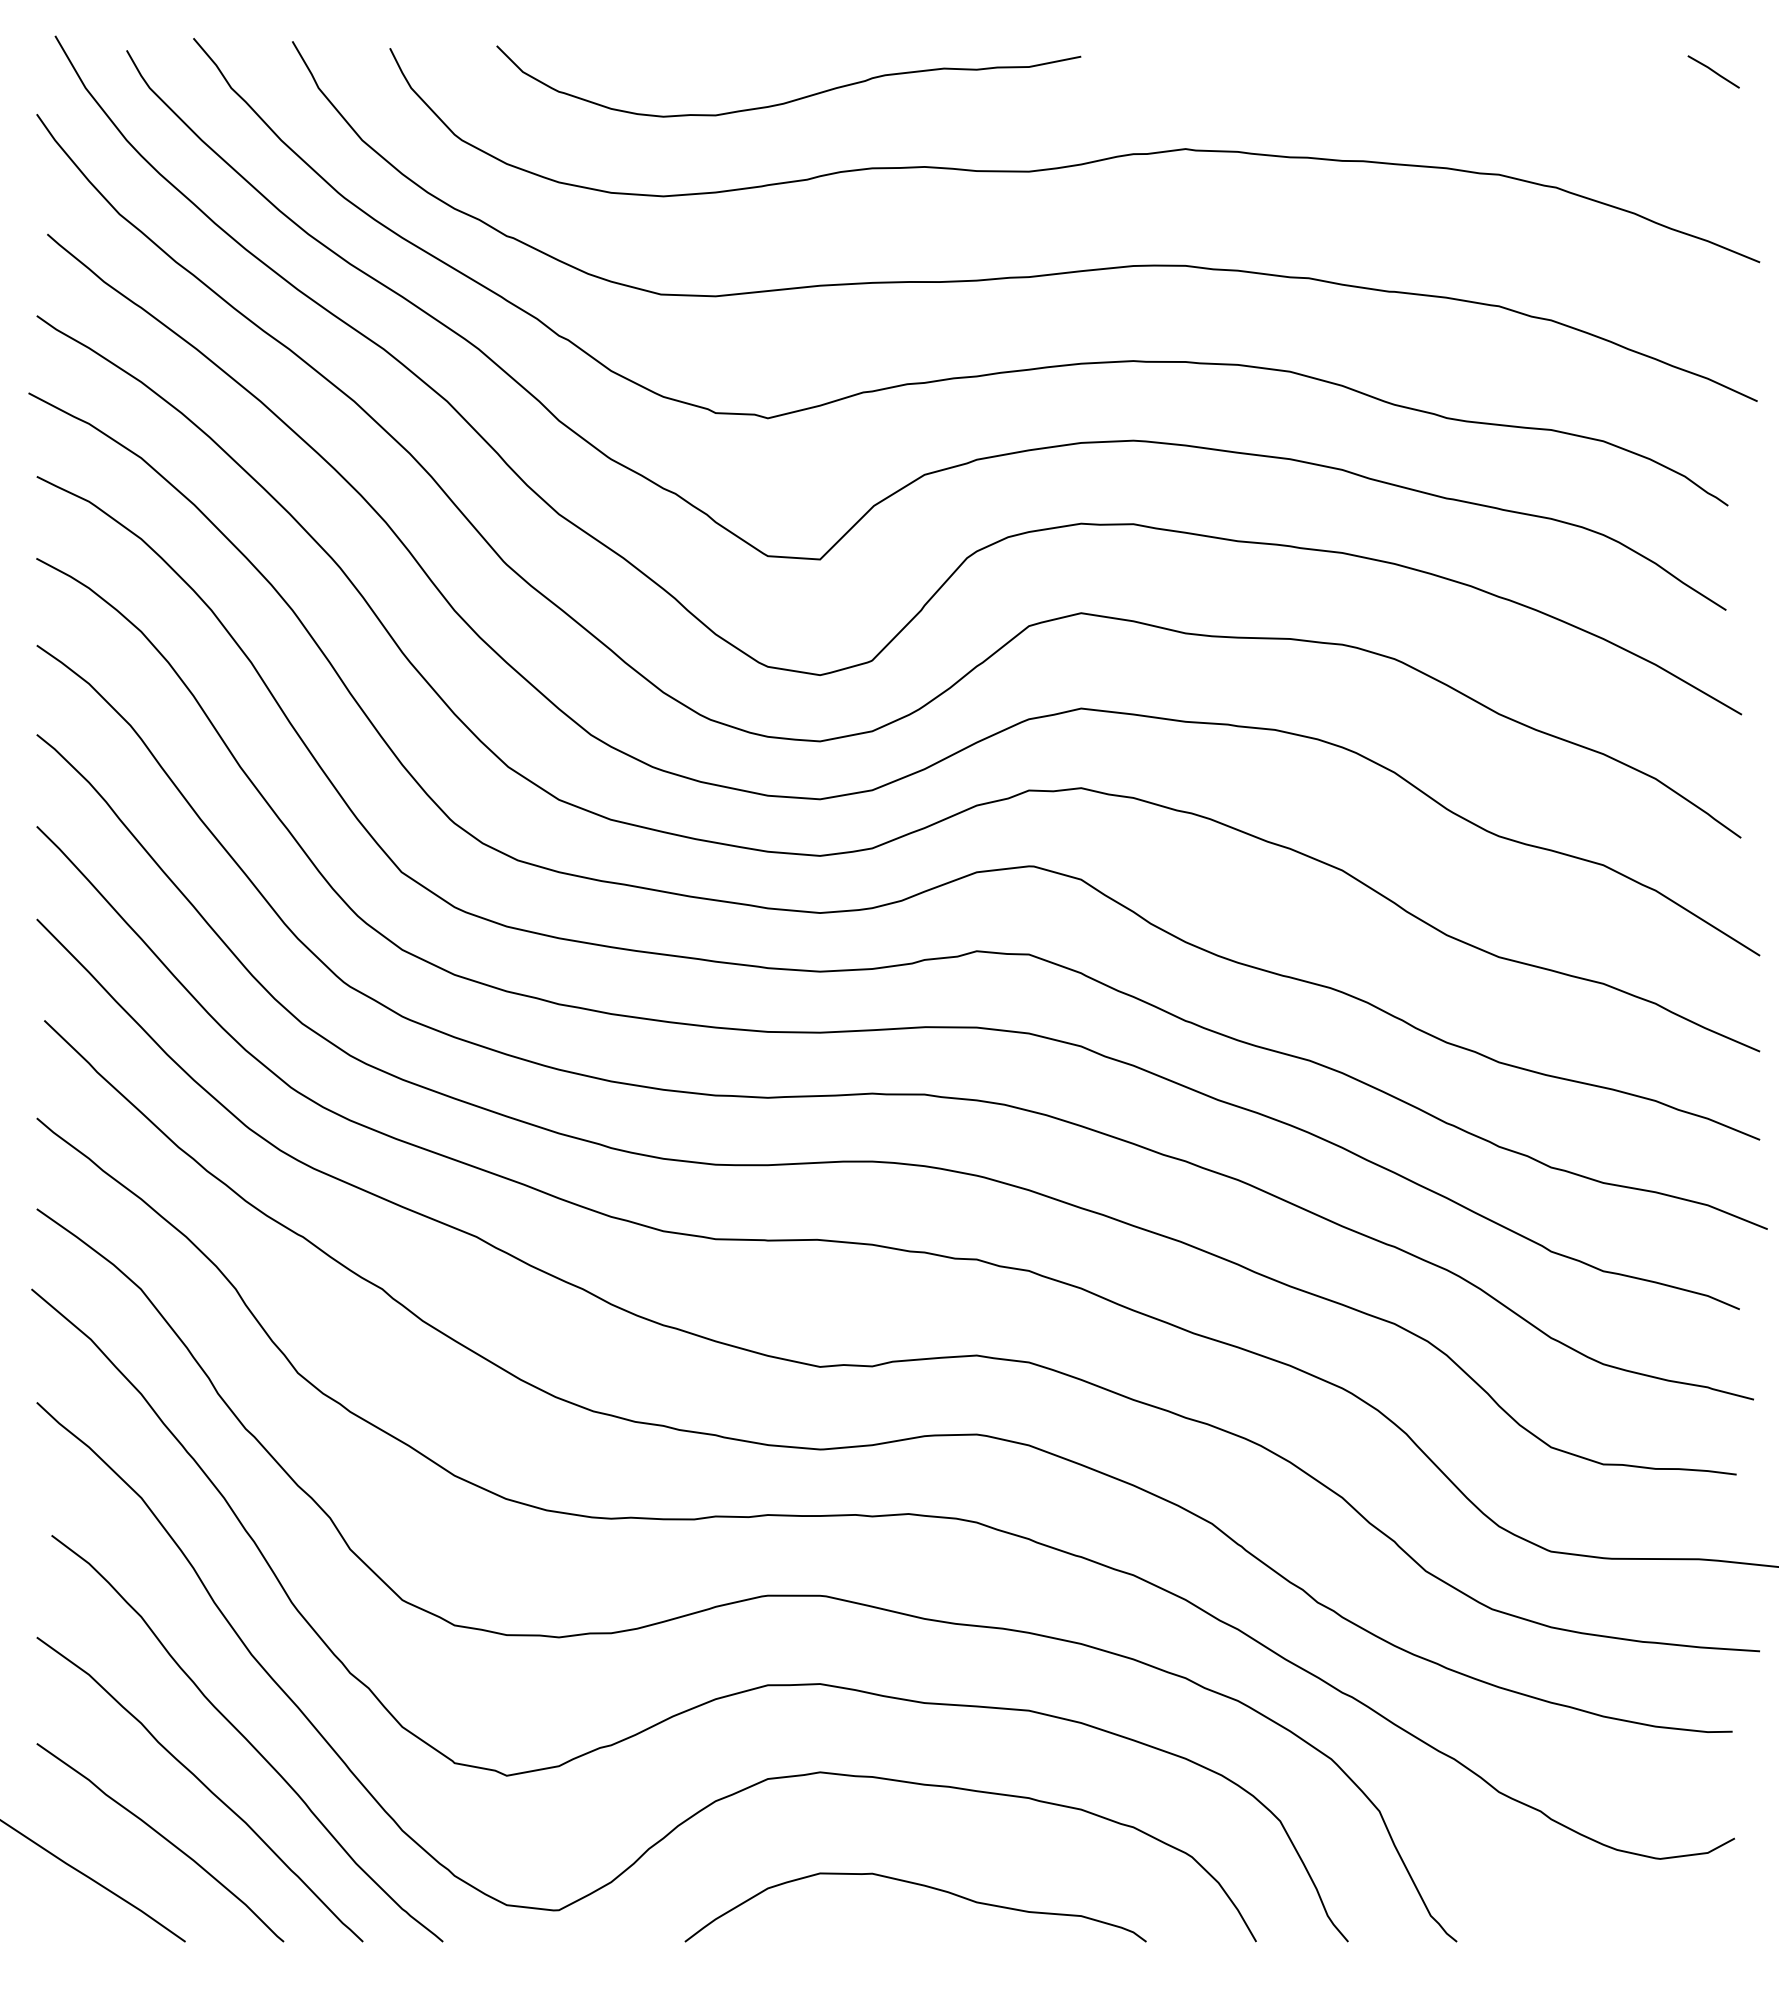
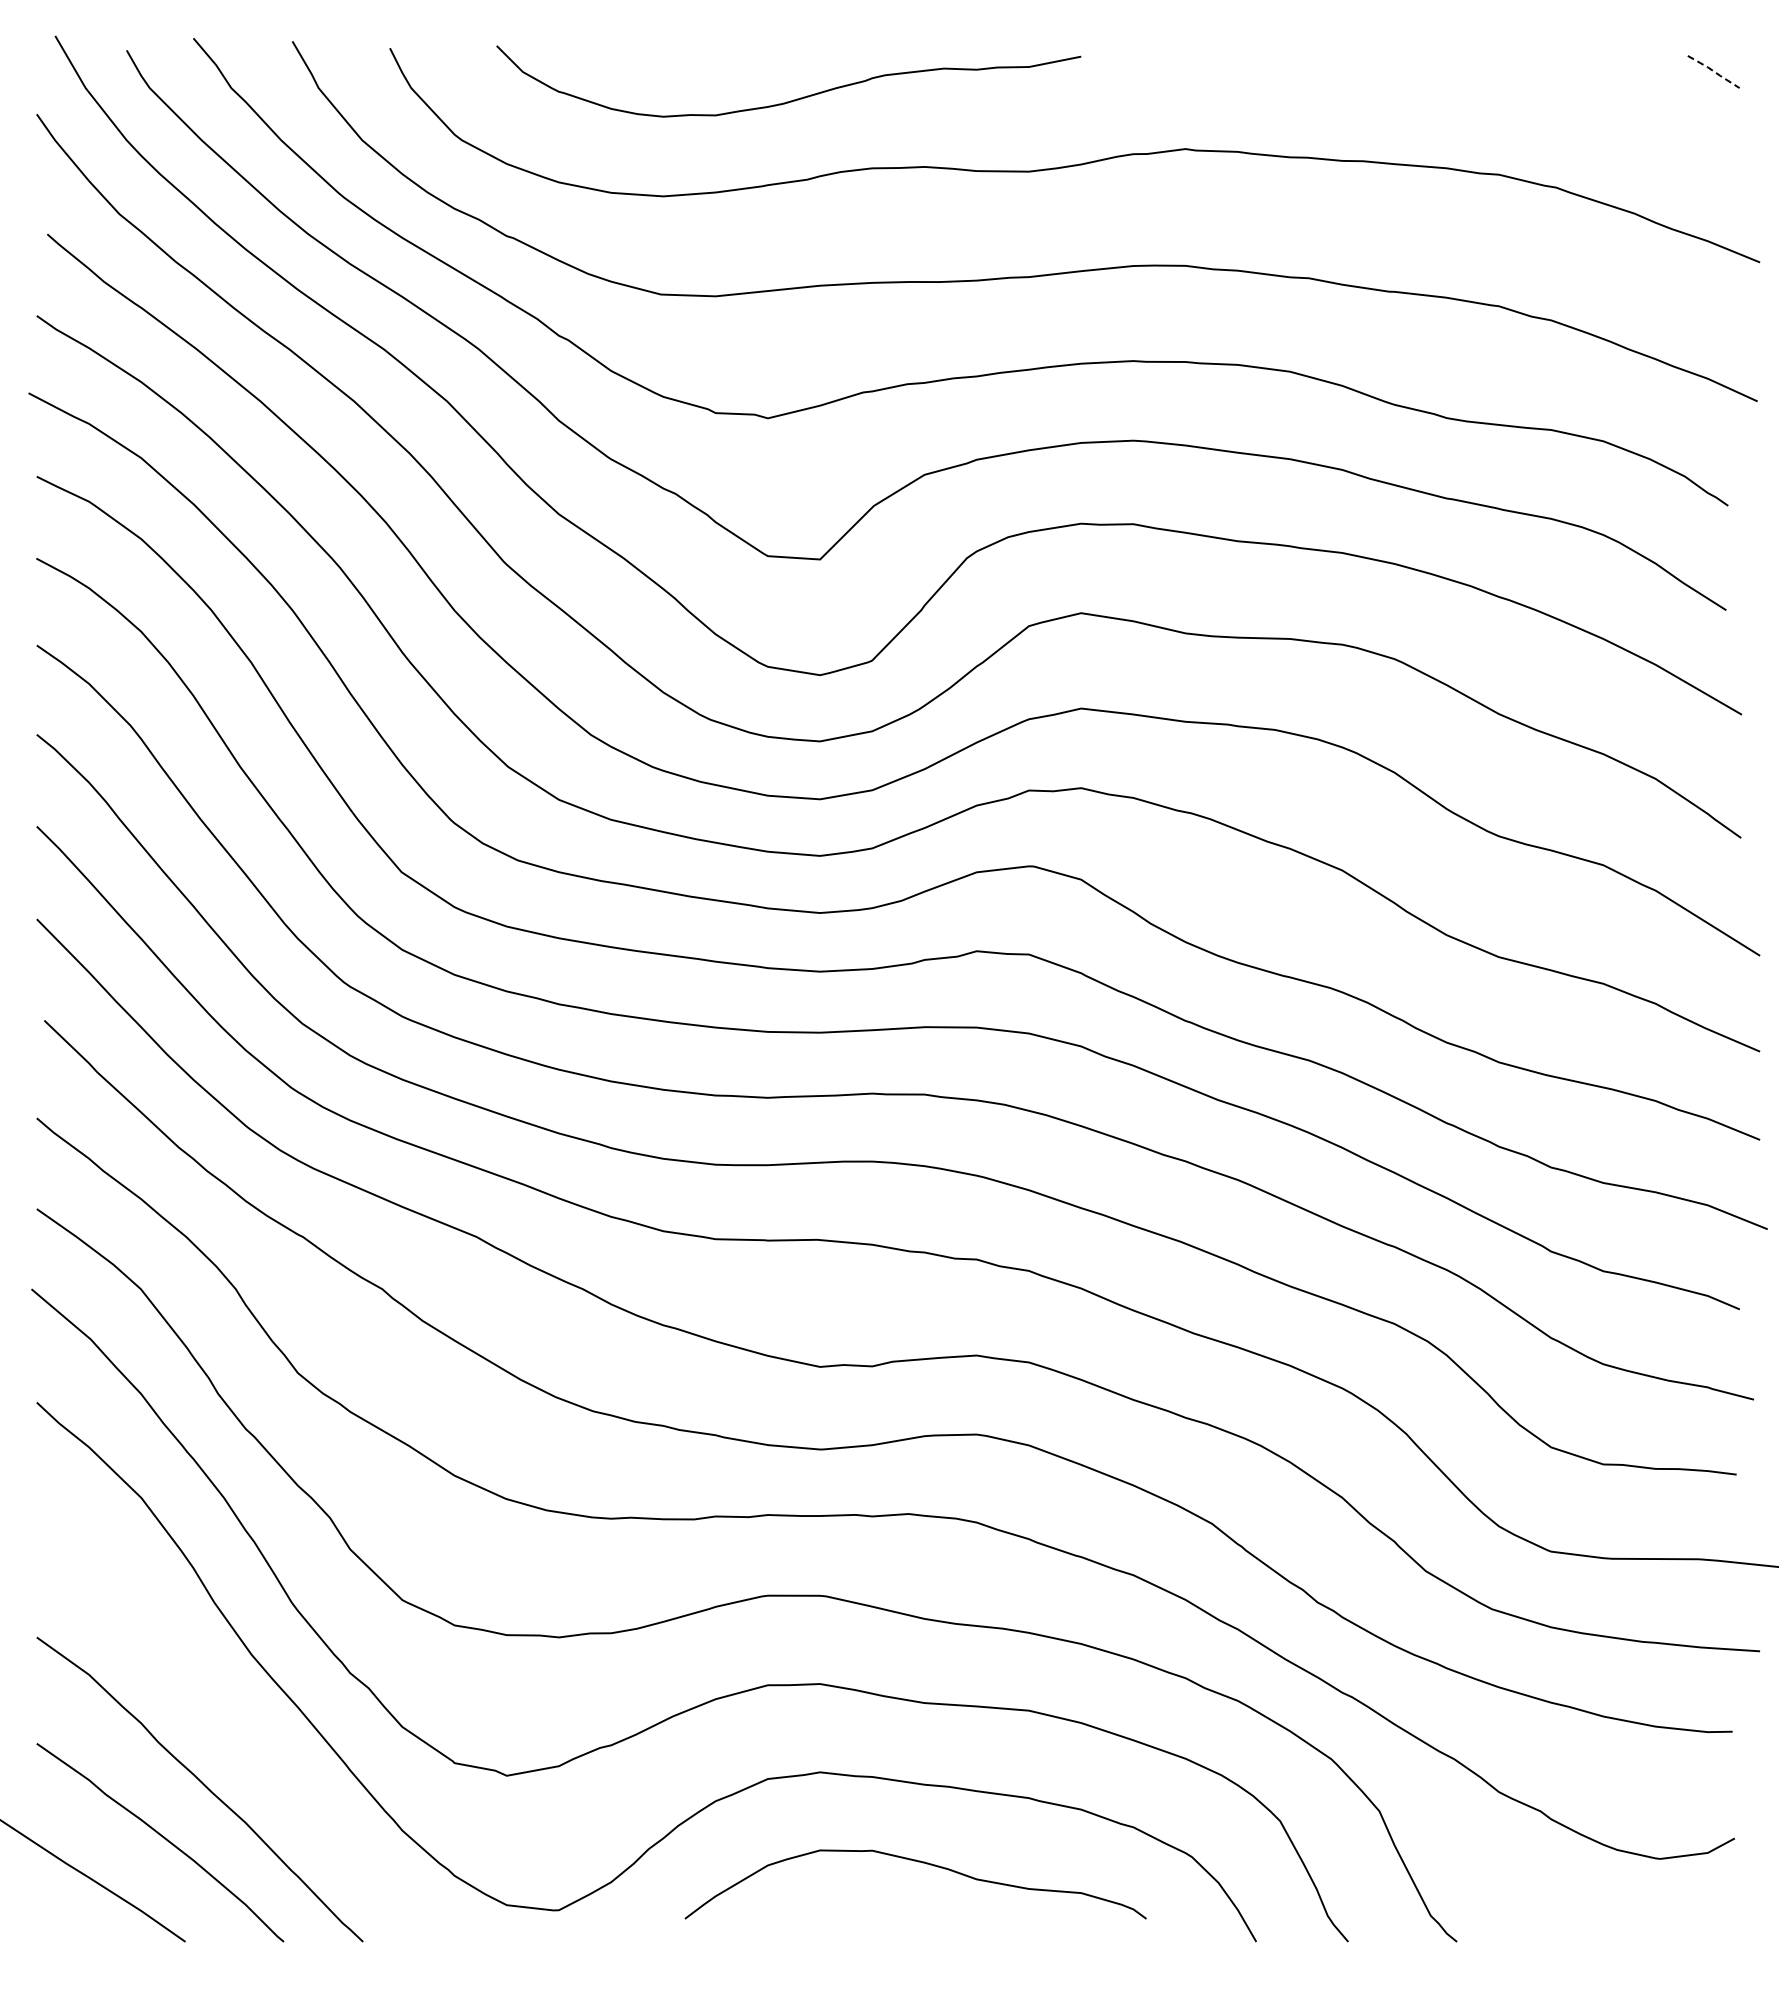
line at (1713, 71): solid -> dashed
curve at (246, 1738): present -> none
curve at (922, 1886) position: (922, 1886) -> (922, 1863)
